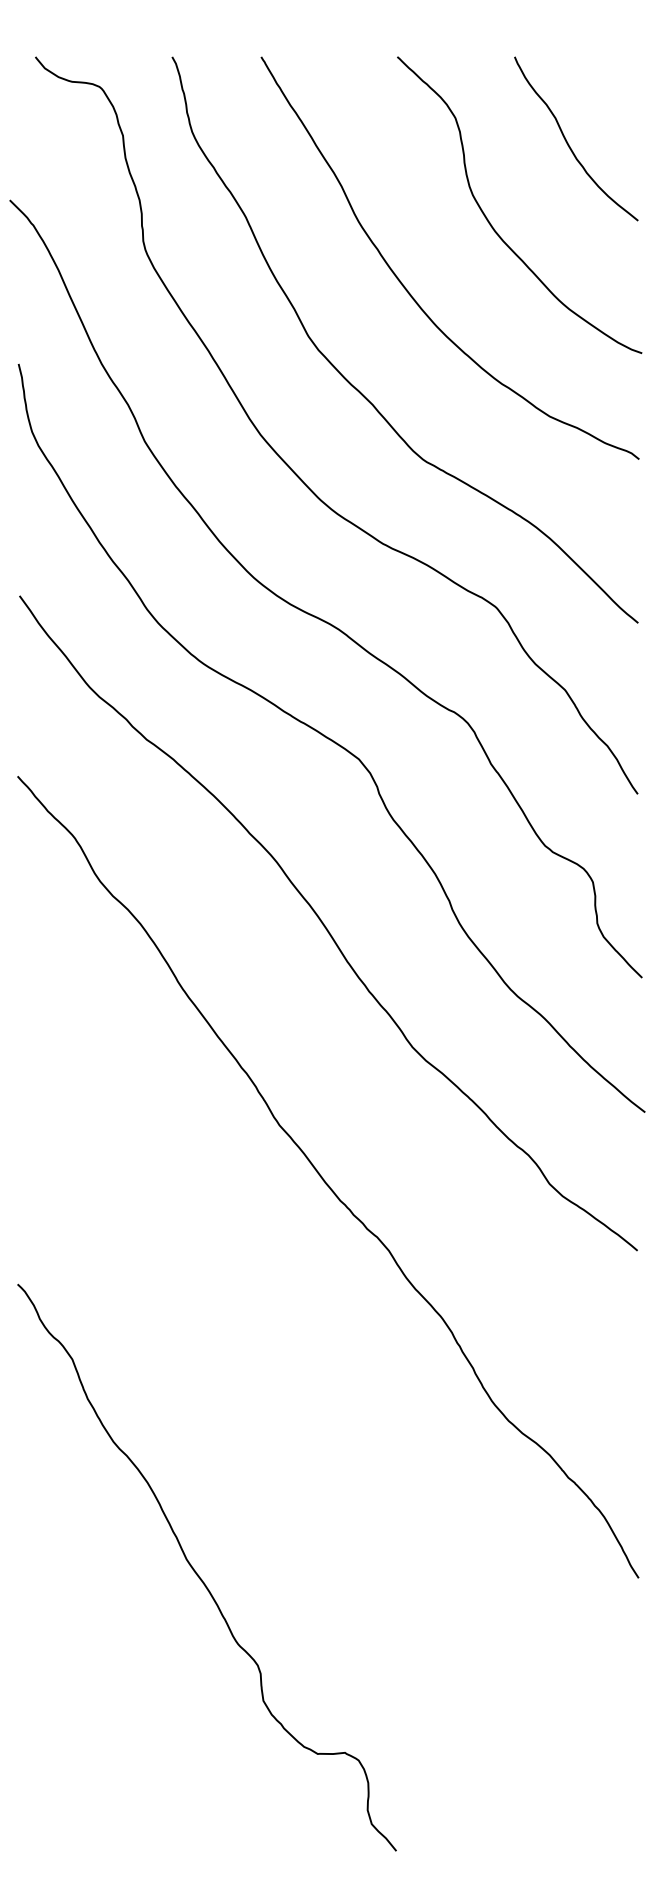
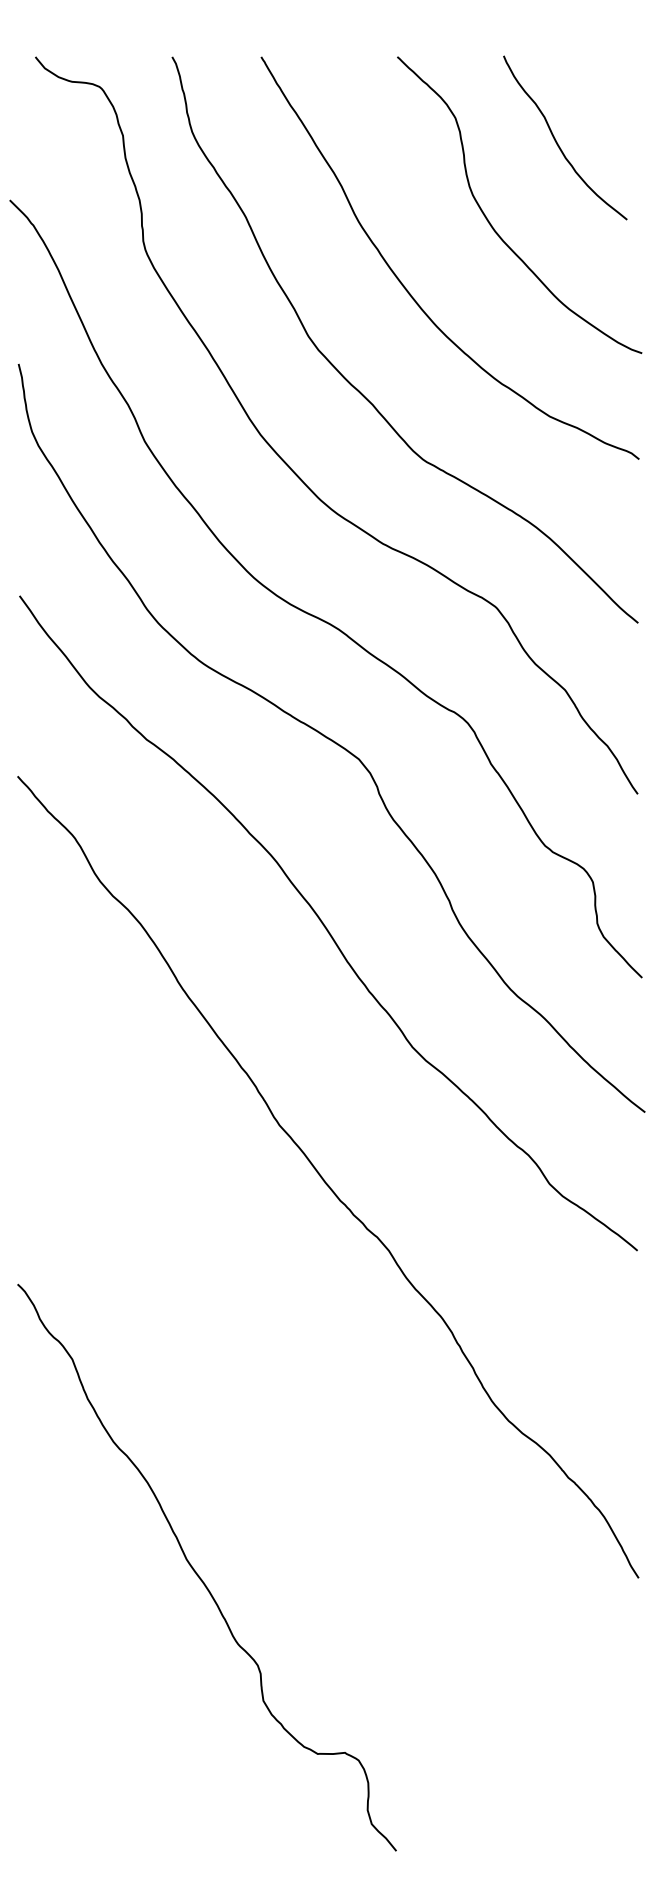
curve at (569, 144) position: (569, 144) -> (558, 143)
